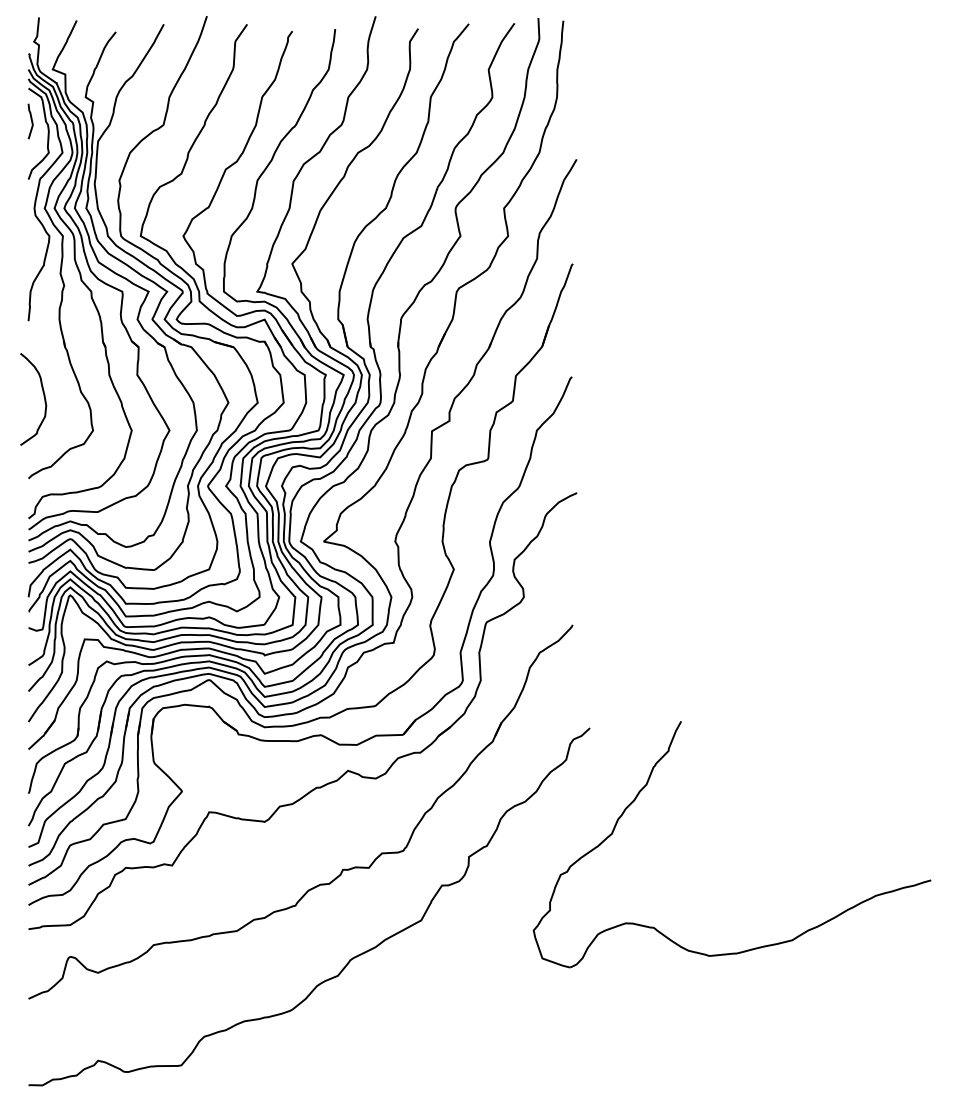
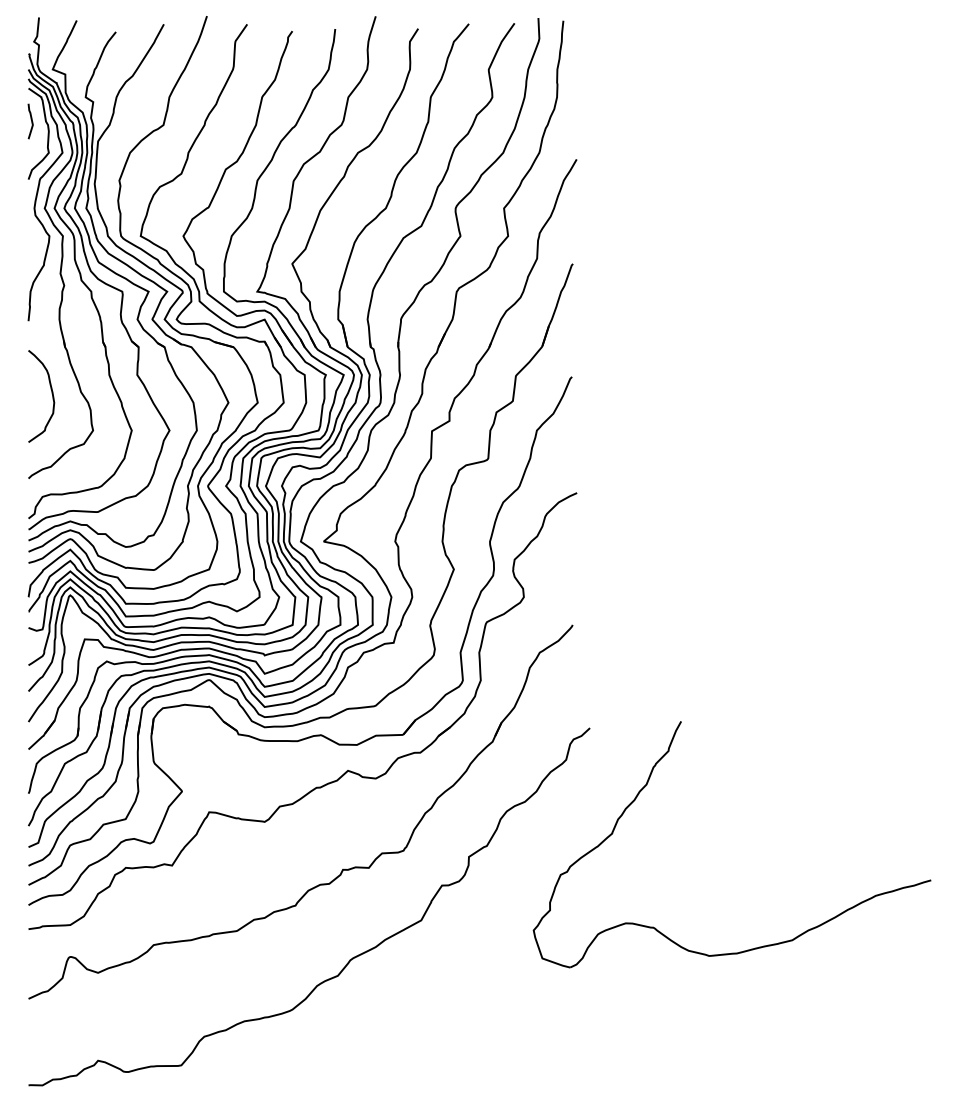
curve at (43, 396) position: (43, 396) -> (51, 393)
